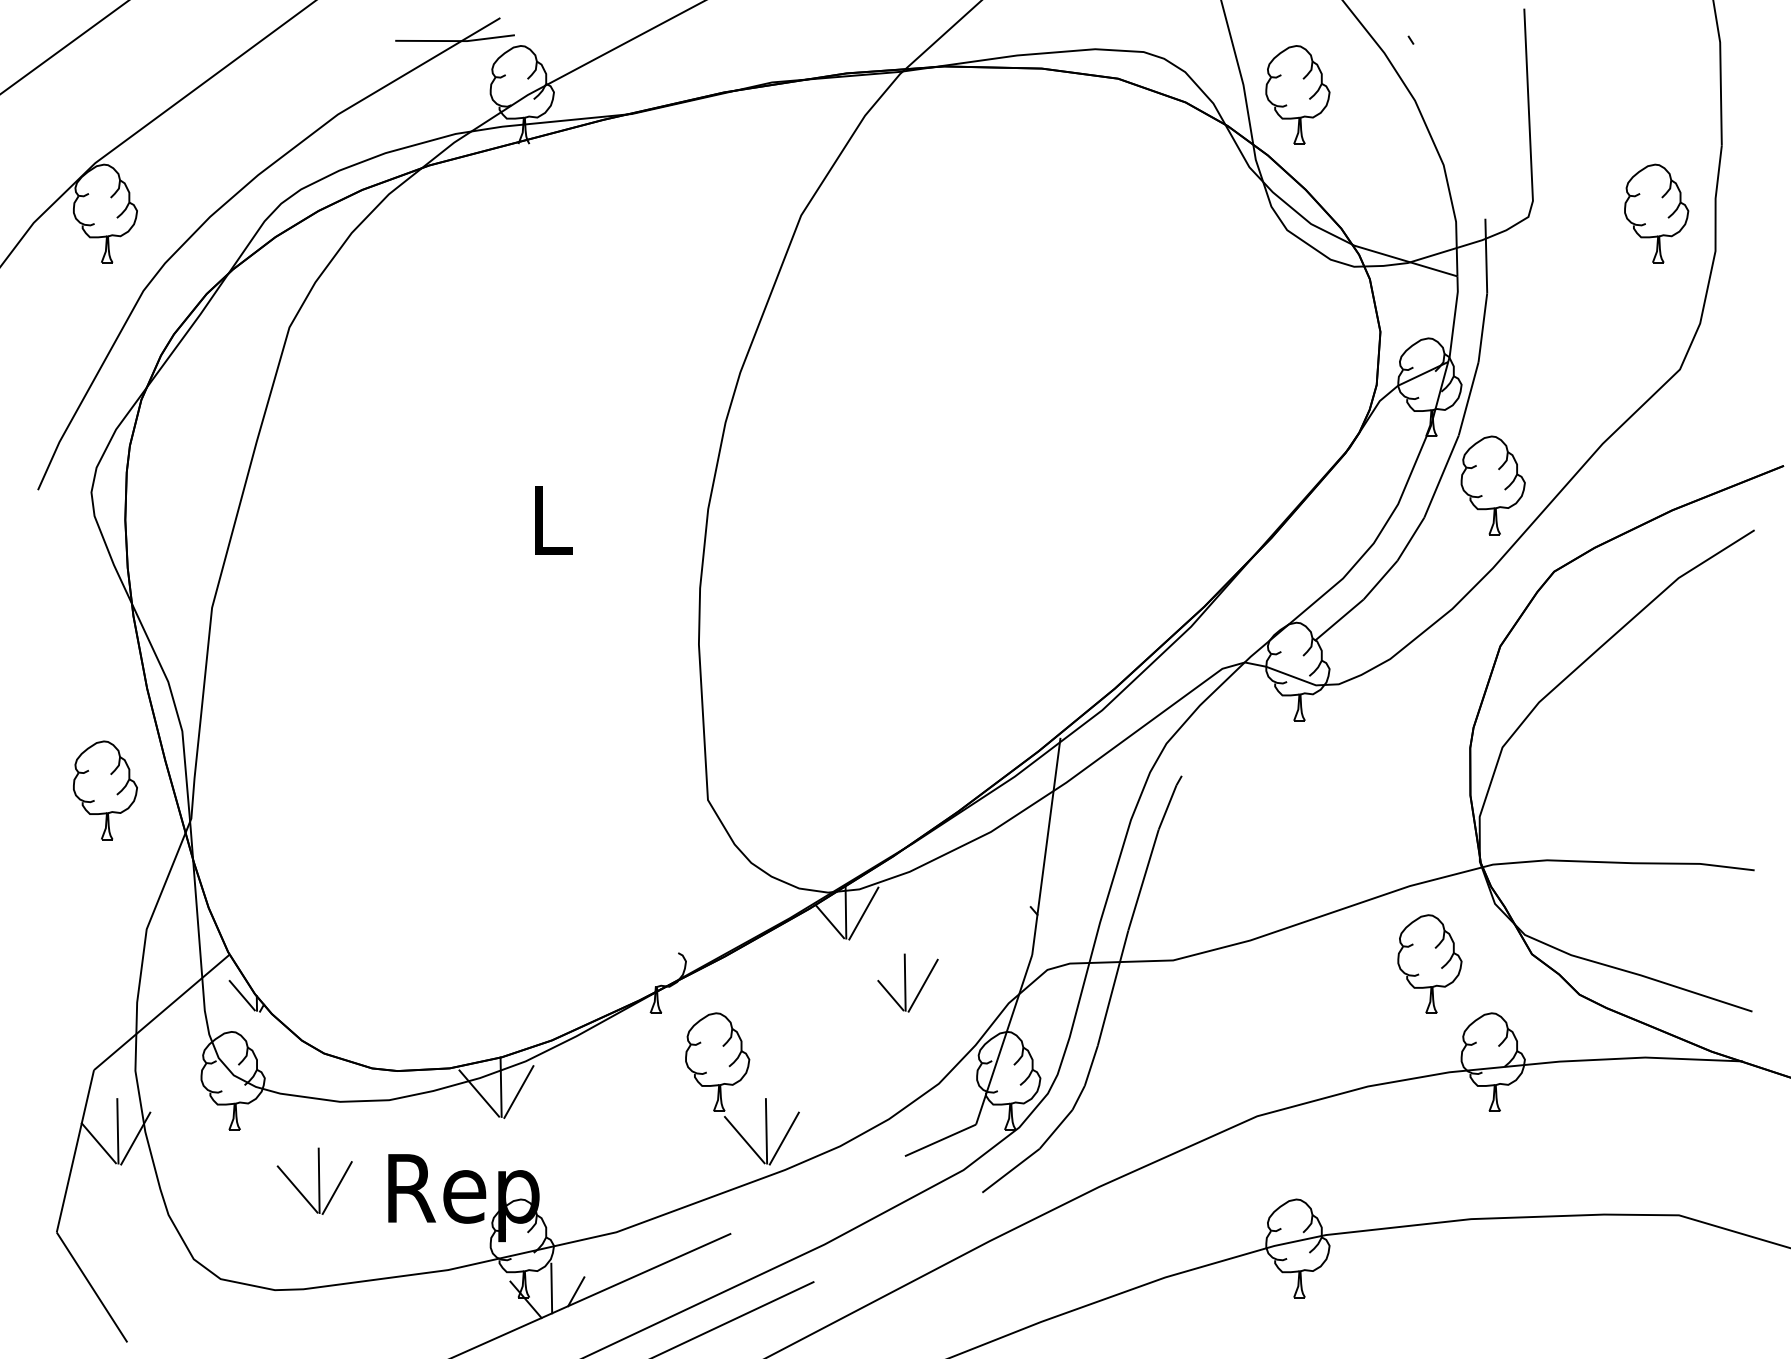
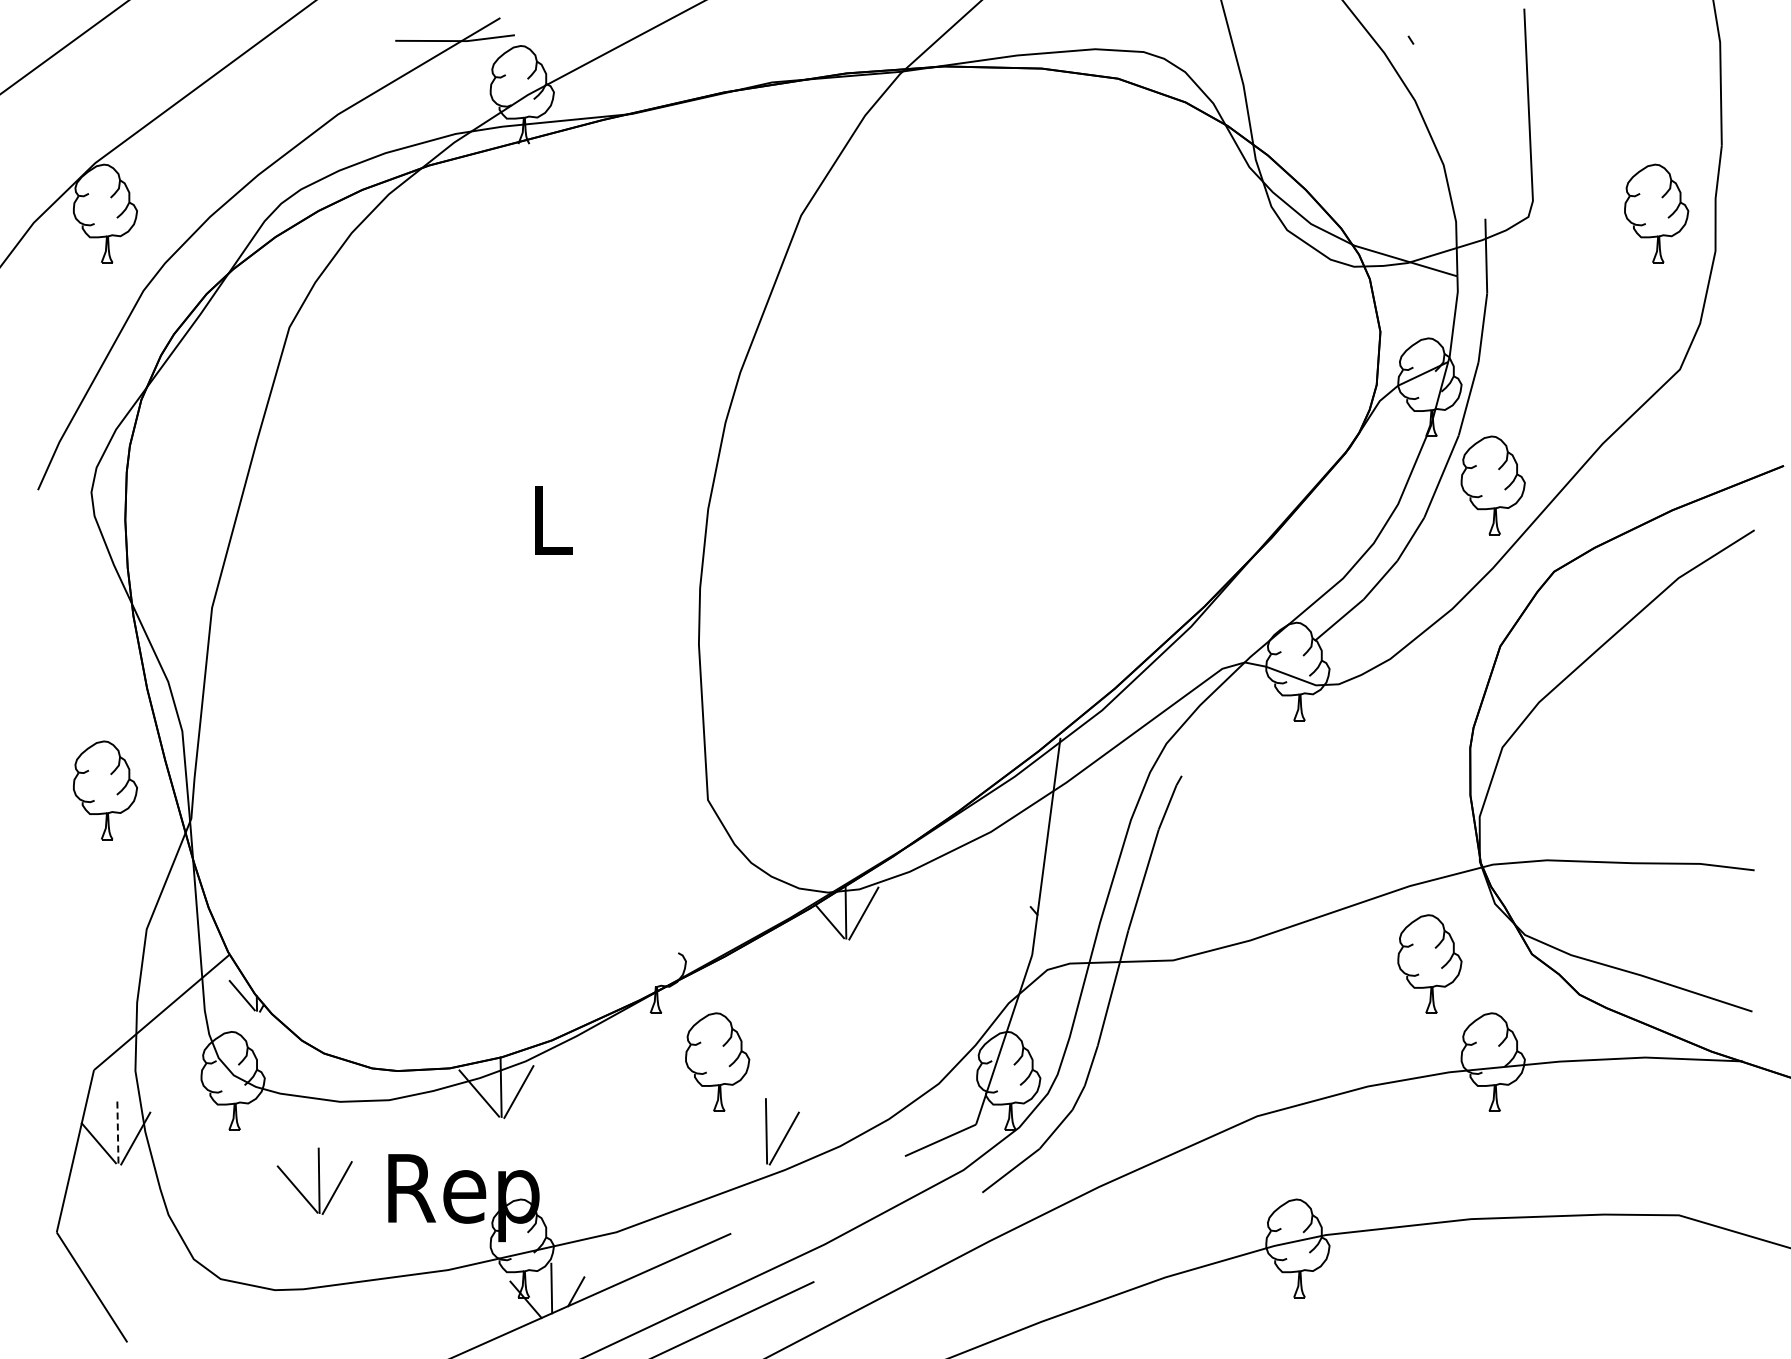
part at (1297, 94): present -> none
part at (907, 982): present -> none
line at (117, 1130): solid -> dashed
line at (744, 1139): present -> none
